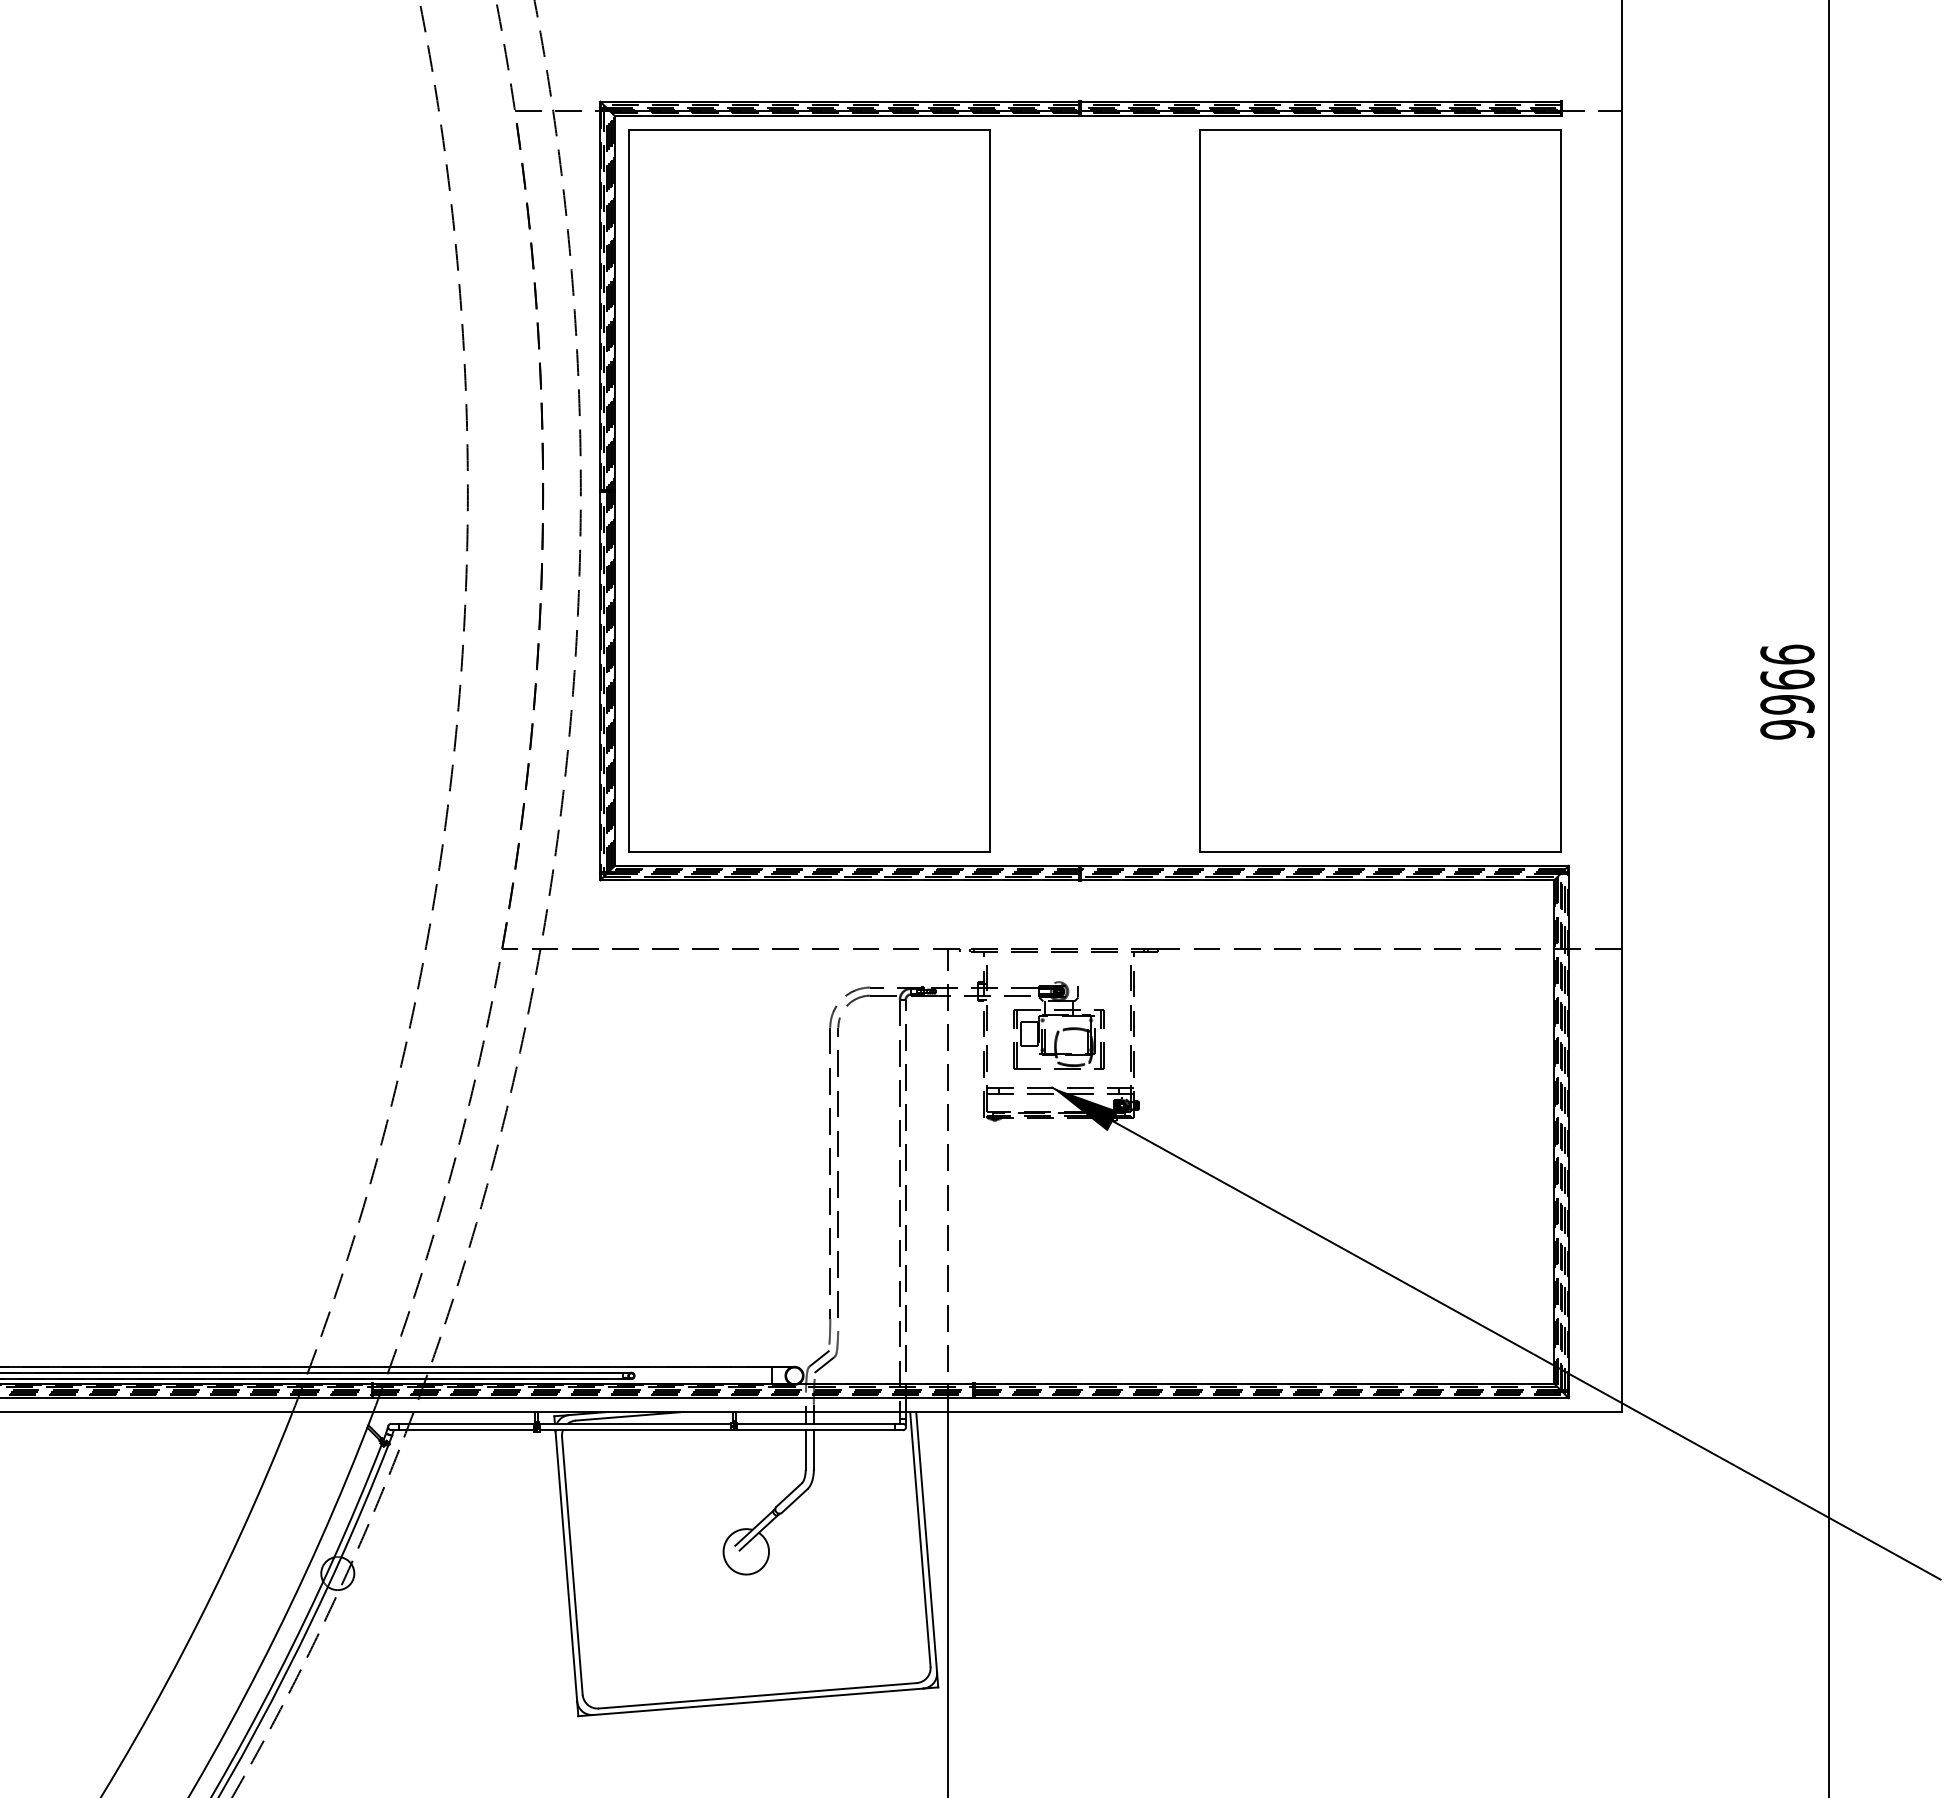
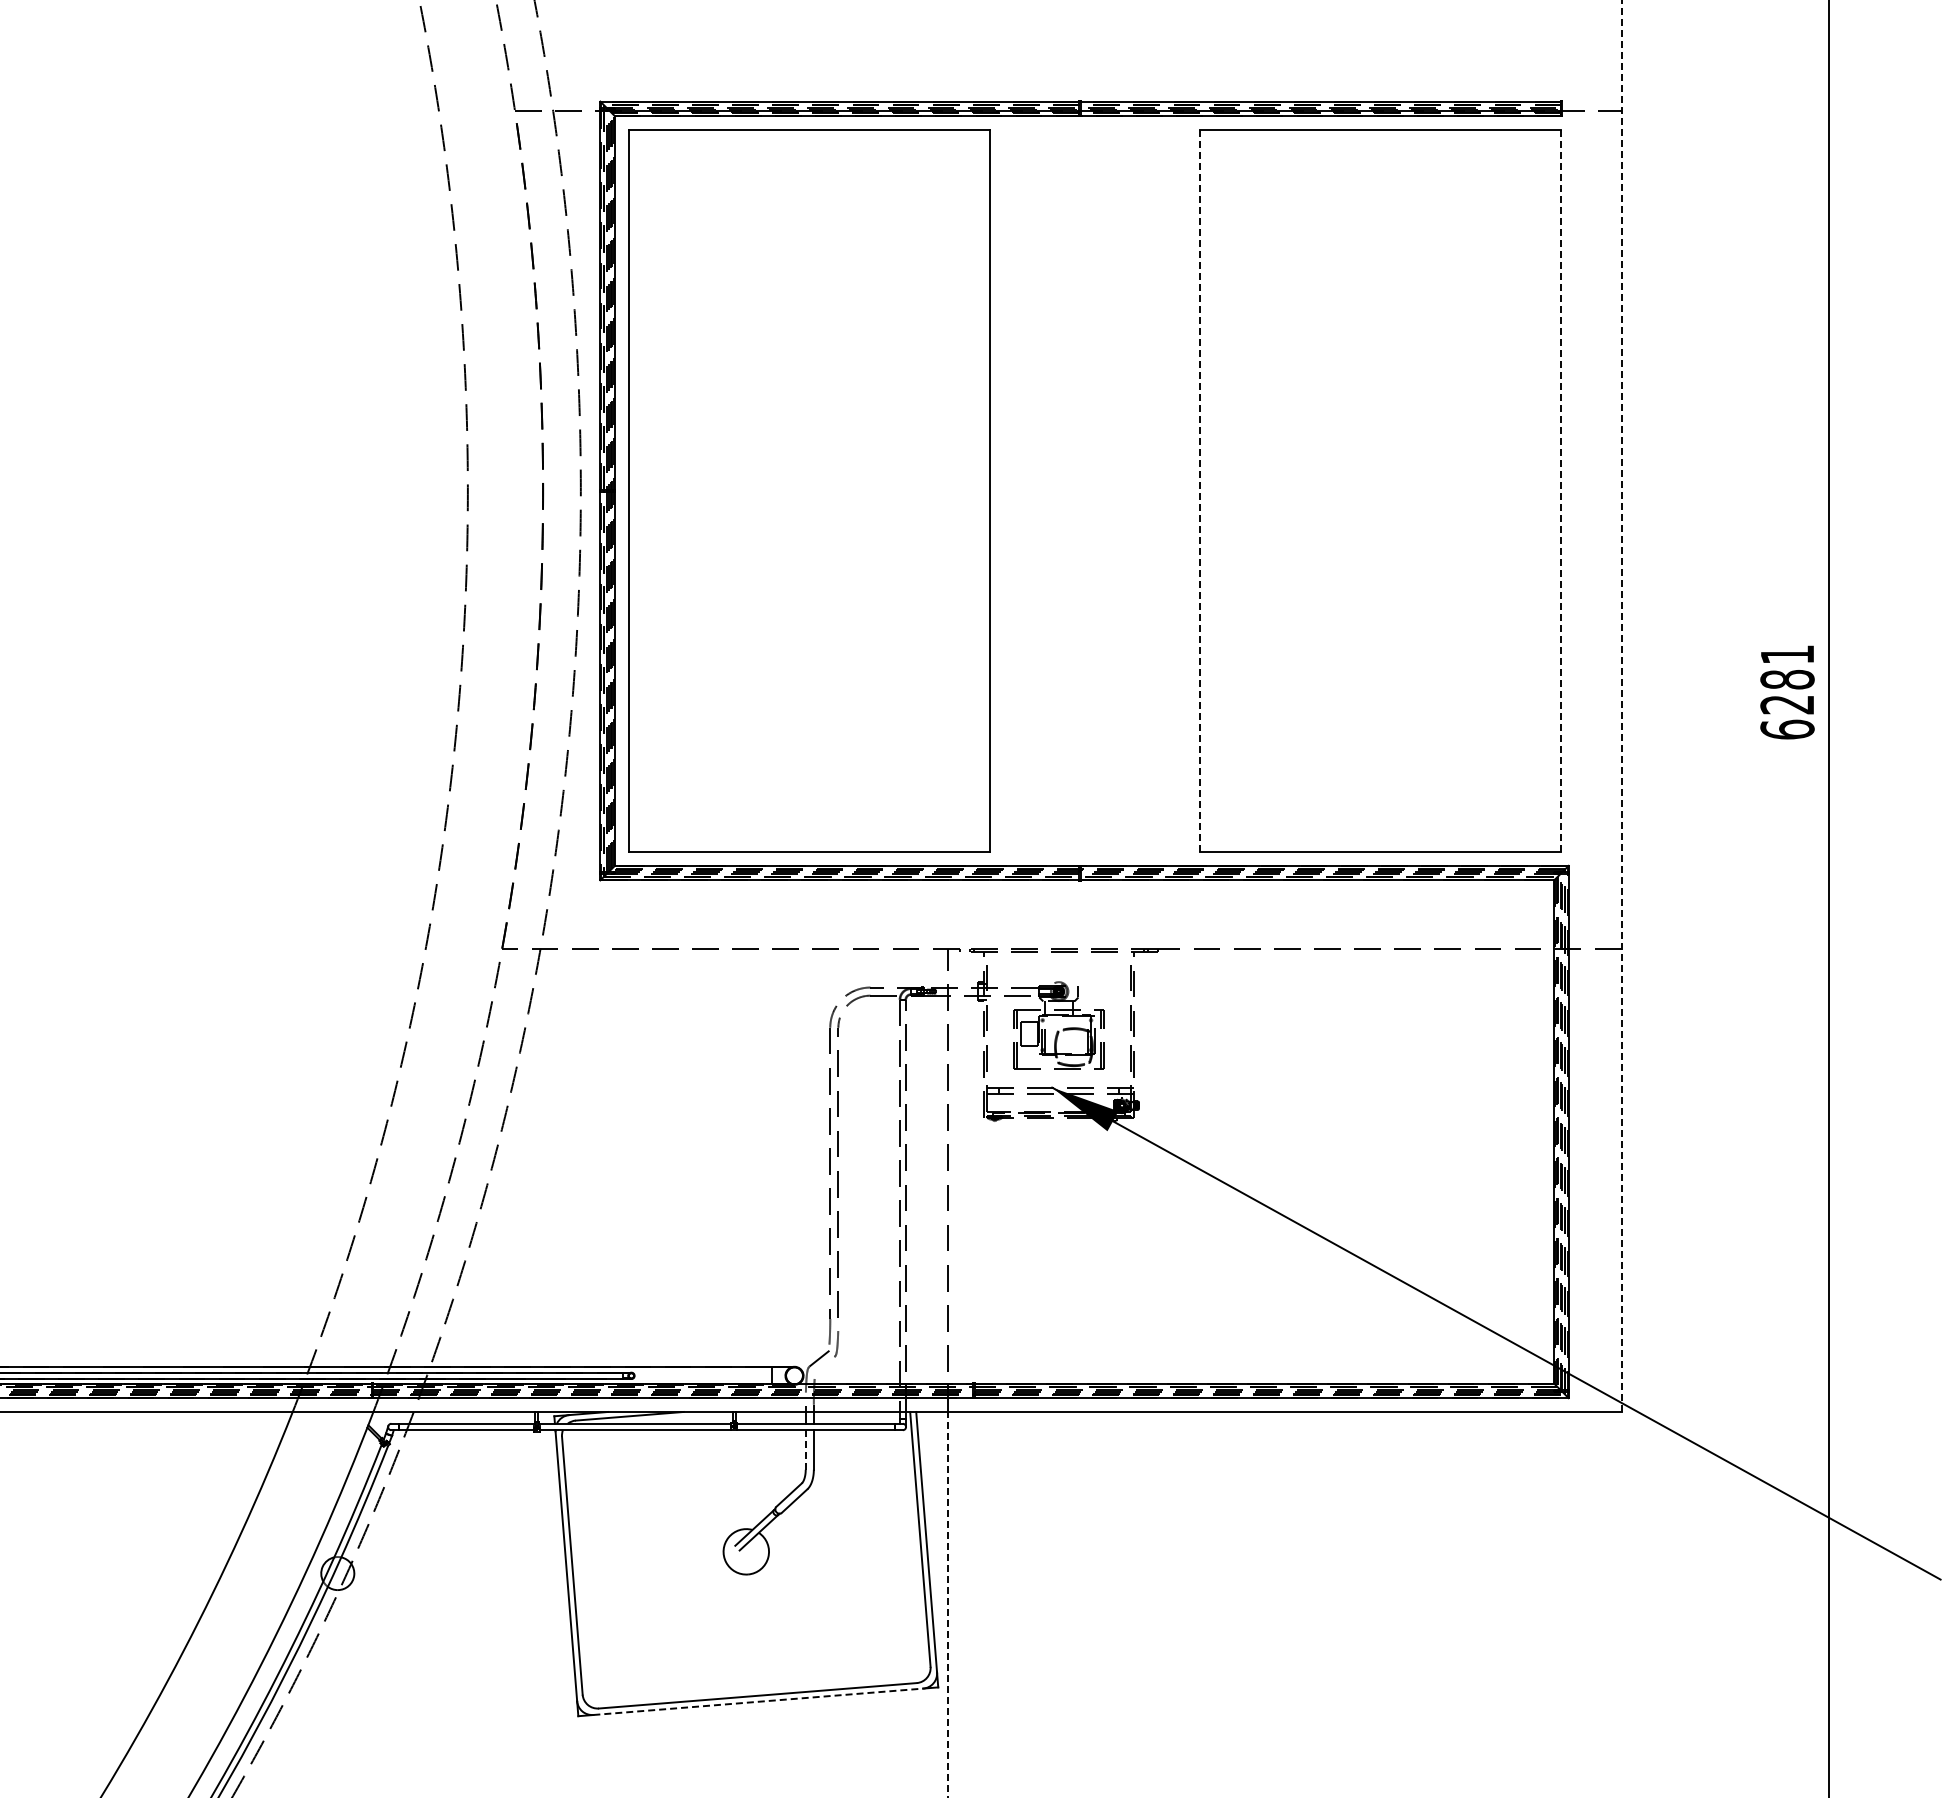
line at (1561, 490): solid -> dashed
line at (1200, 491): solid -> dashed
text at (1787, 691): 9966 -> 6281
line at (1621, 705): solid -> dashed
line at (824, 1364): present -> none
line at (805, 1449): solid -> dashed
line at (947, 1604): solid -> dashed
line at (758, 1701): solid -> dashed
